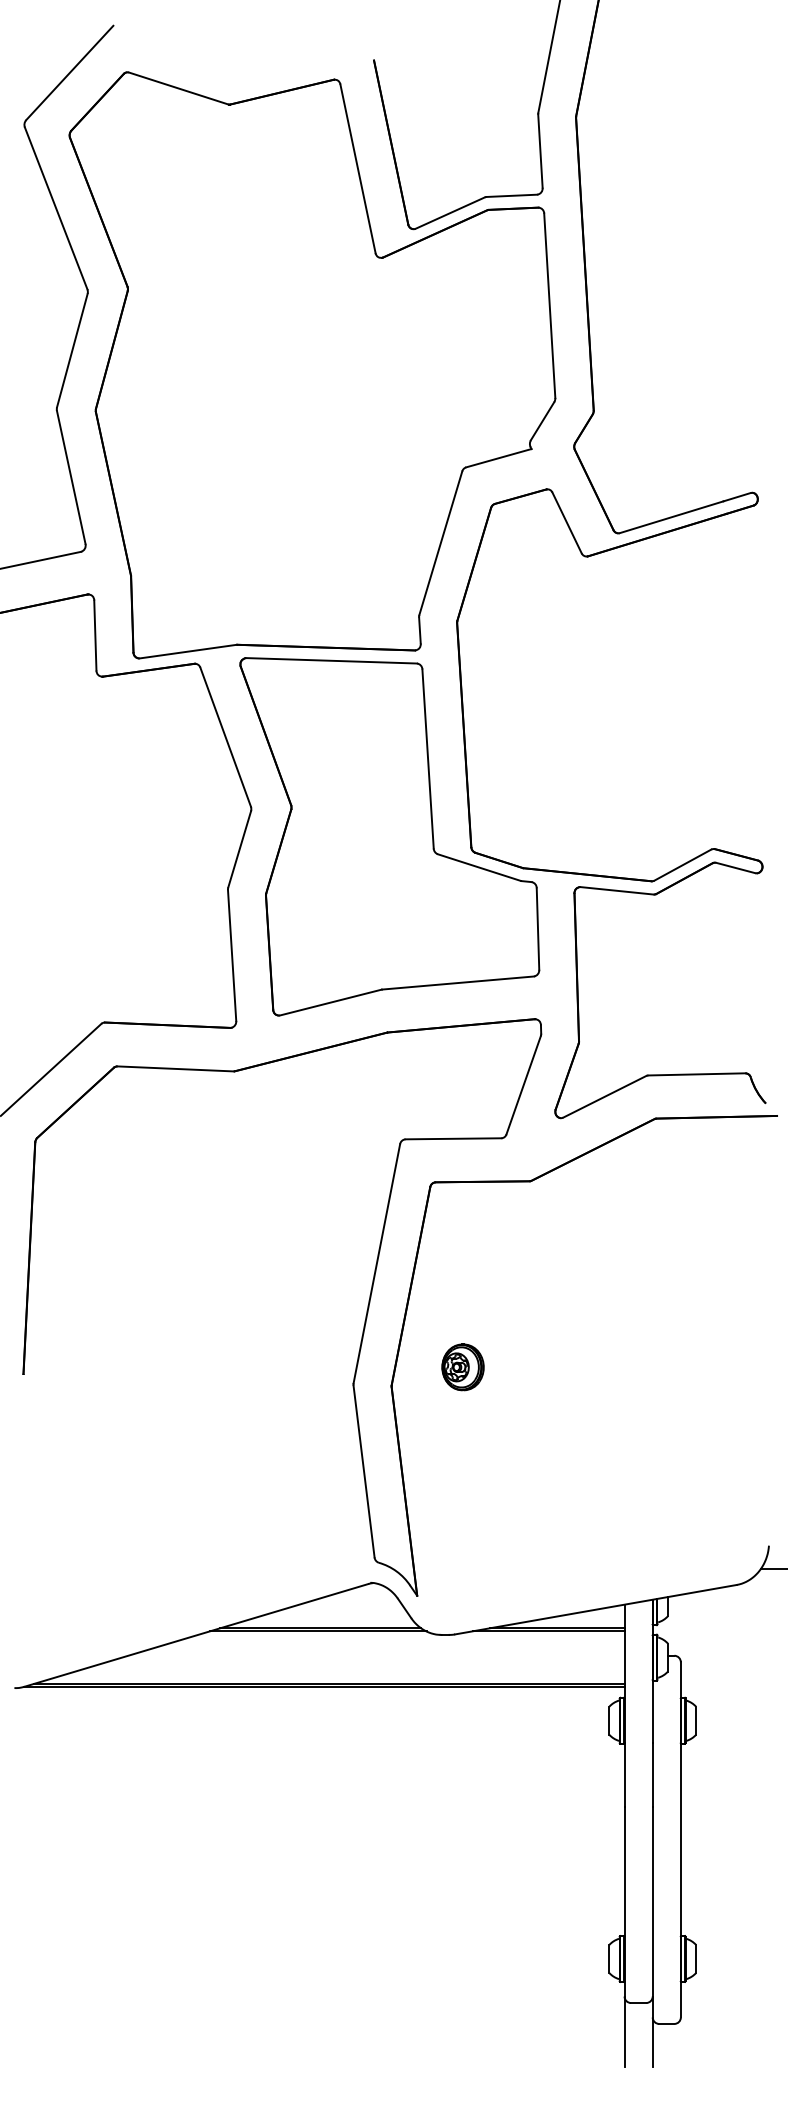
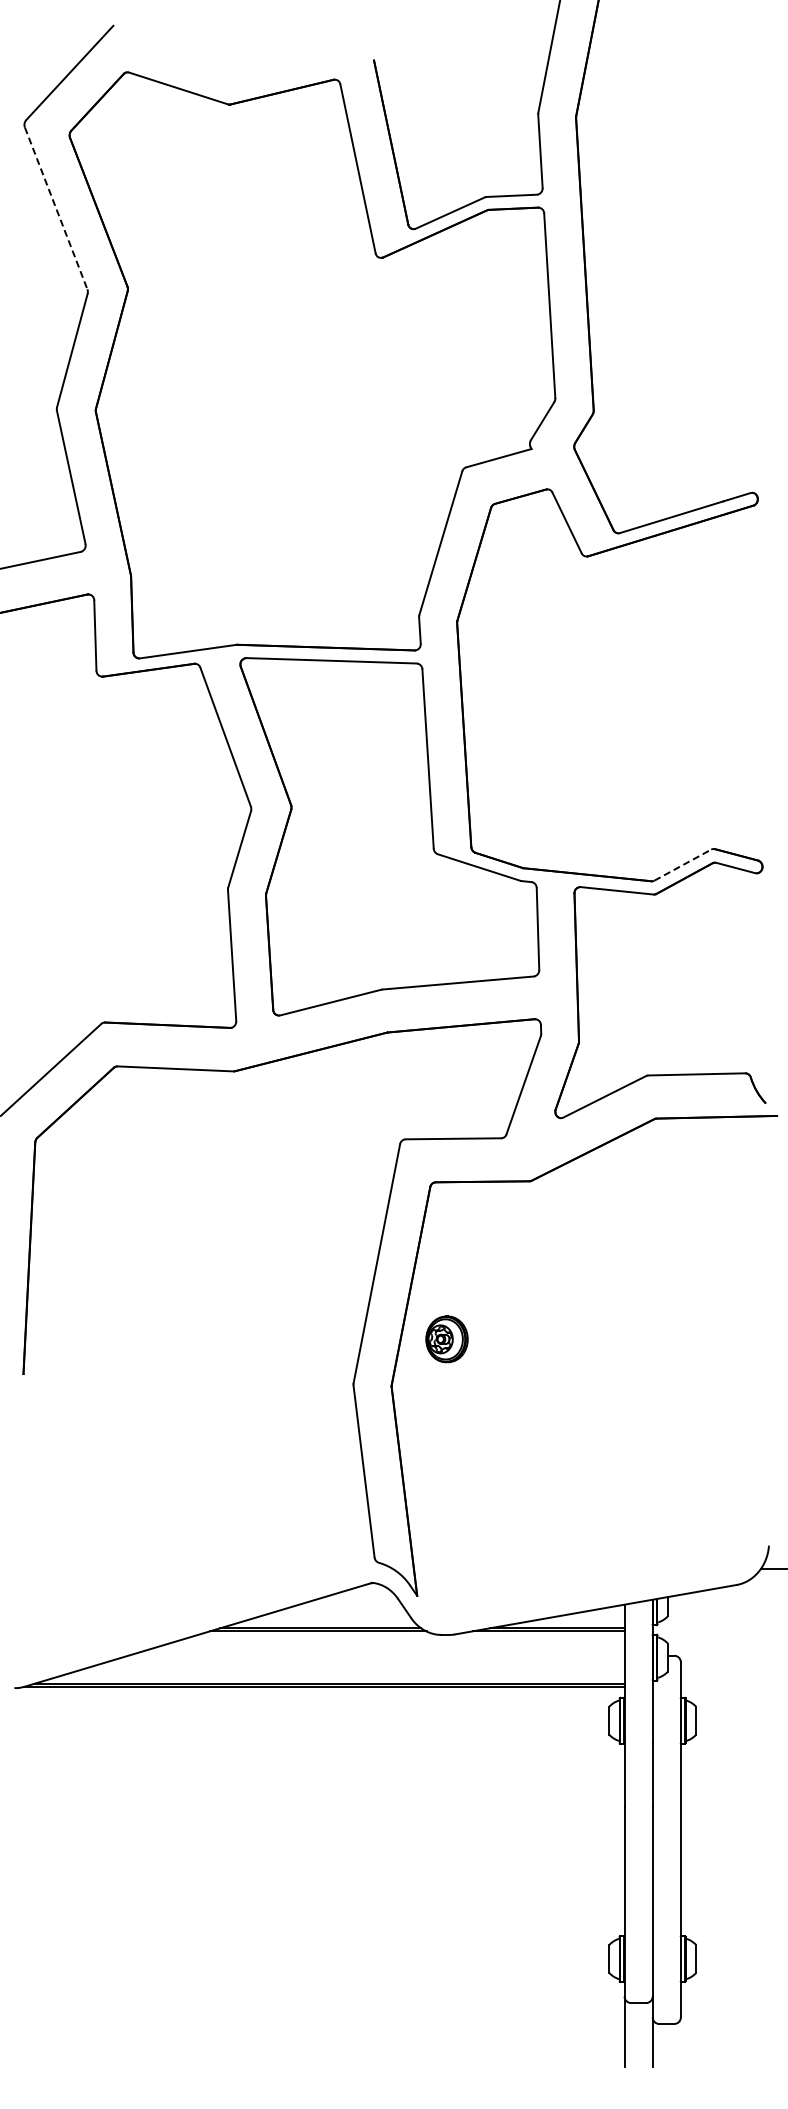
line at (56, 208): solid -> dashed
line at (683, 864): solid -> dashed
part at (462, 1367) position: (462, 1367) -> (446, 1339)
